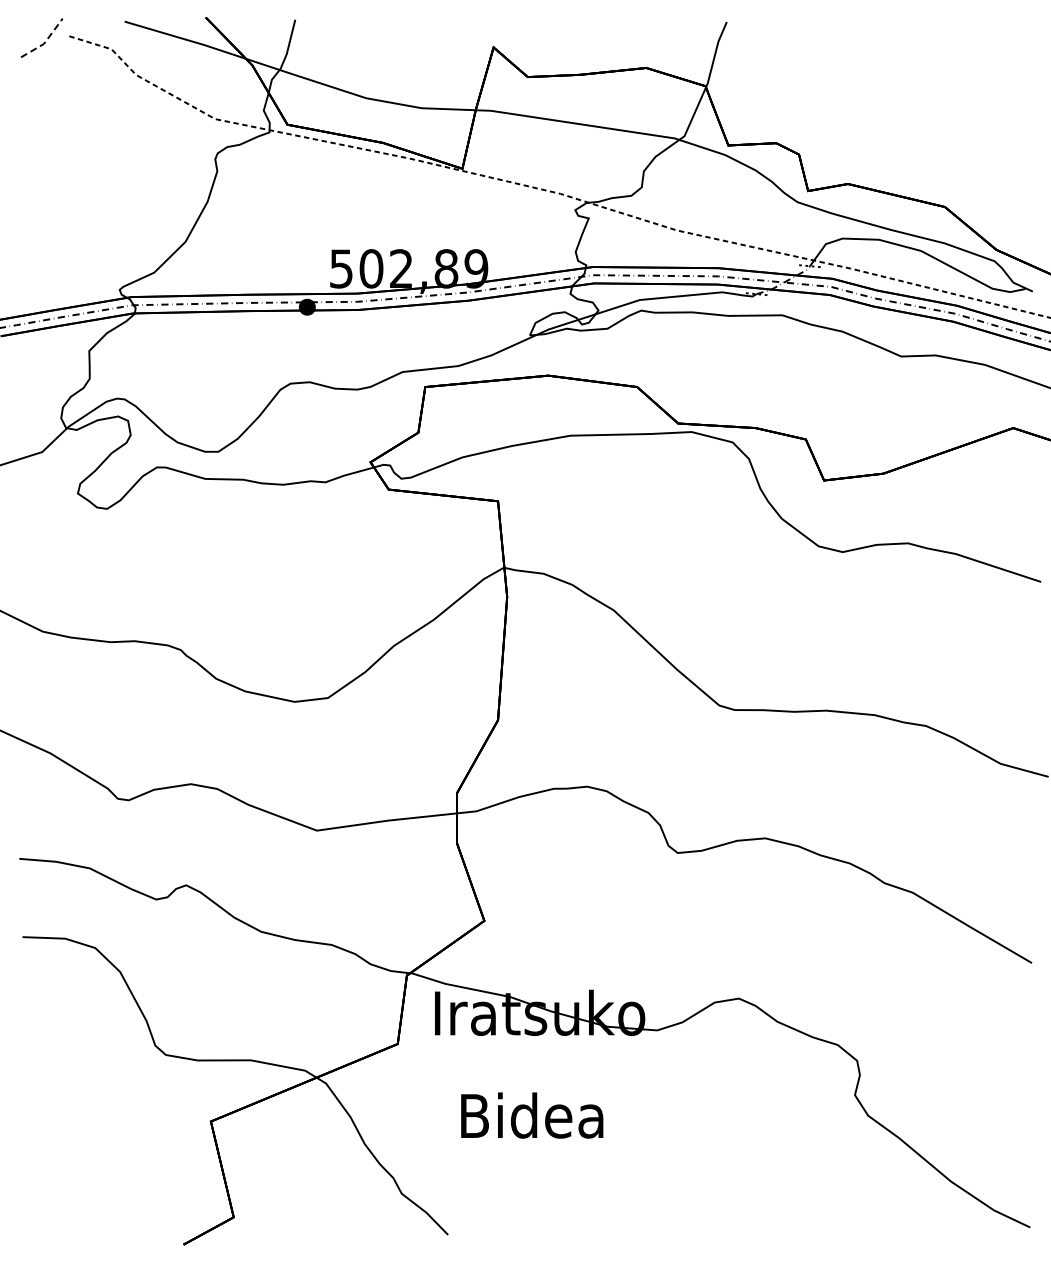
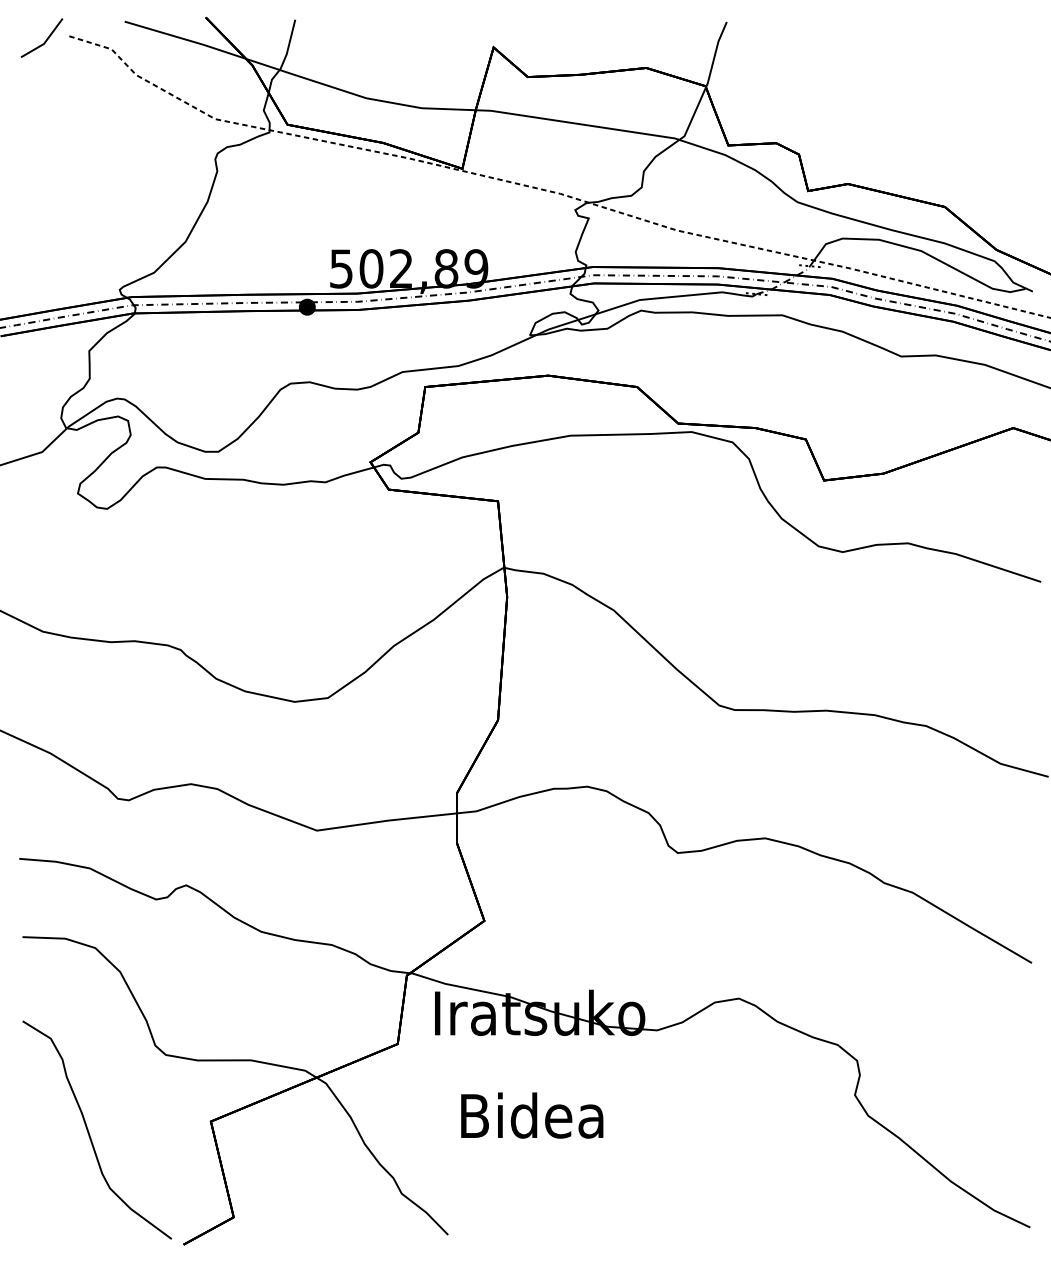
line at (45, 42): dashed -> solid
curve at (89, 1132): none -> present
